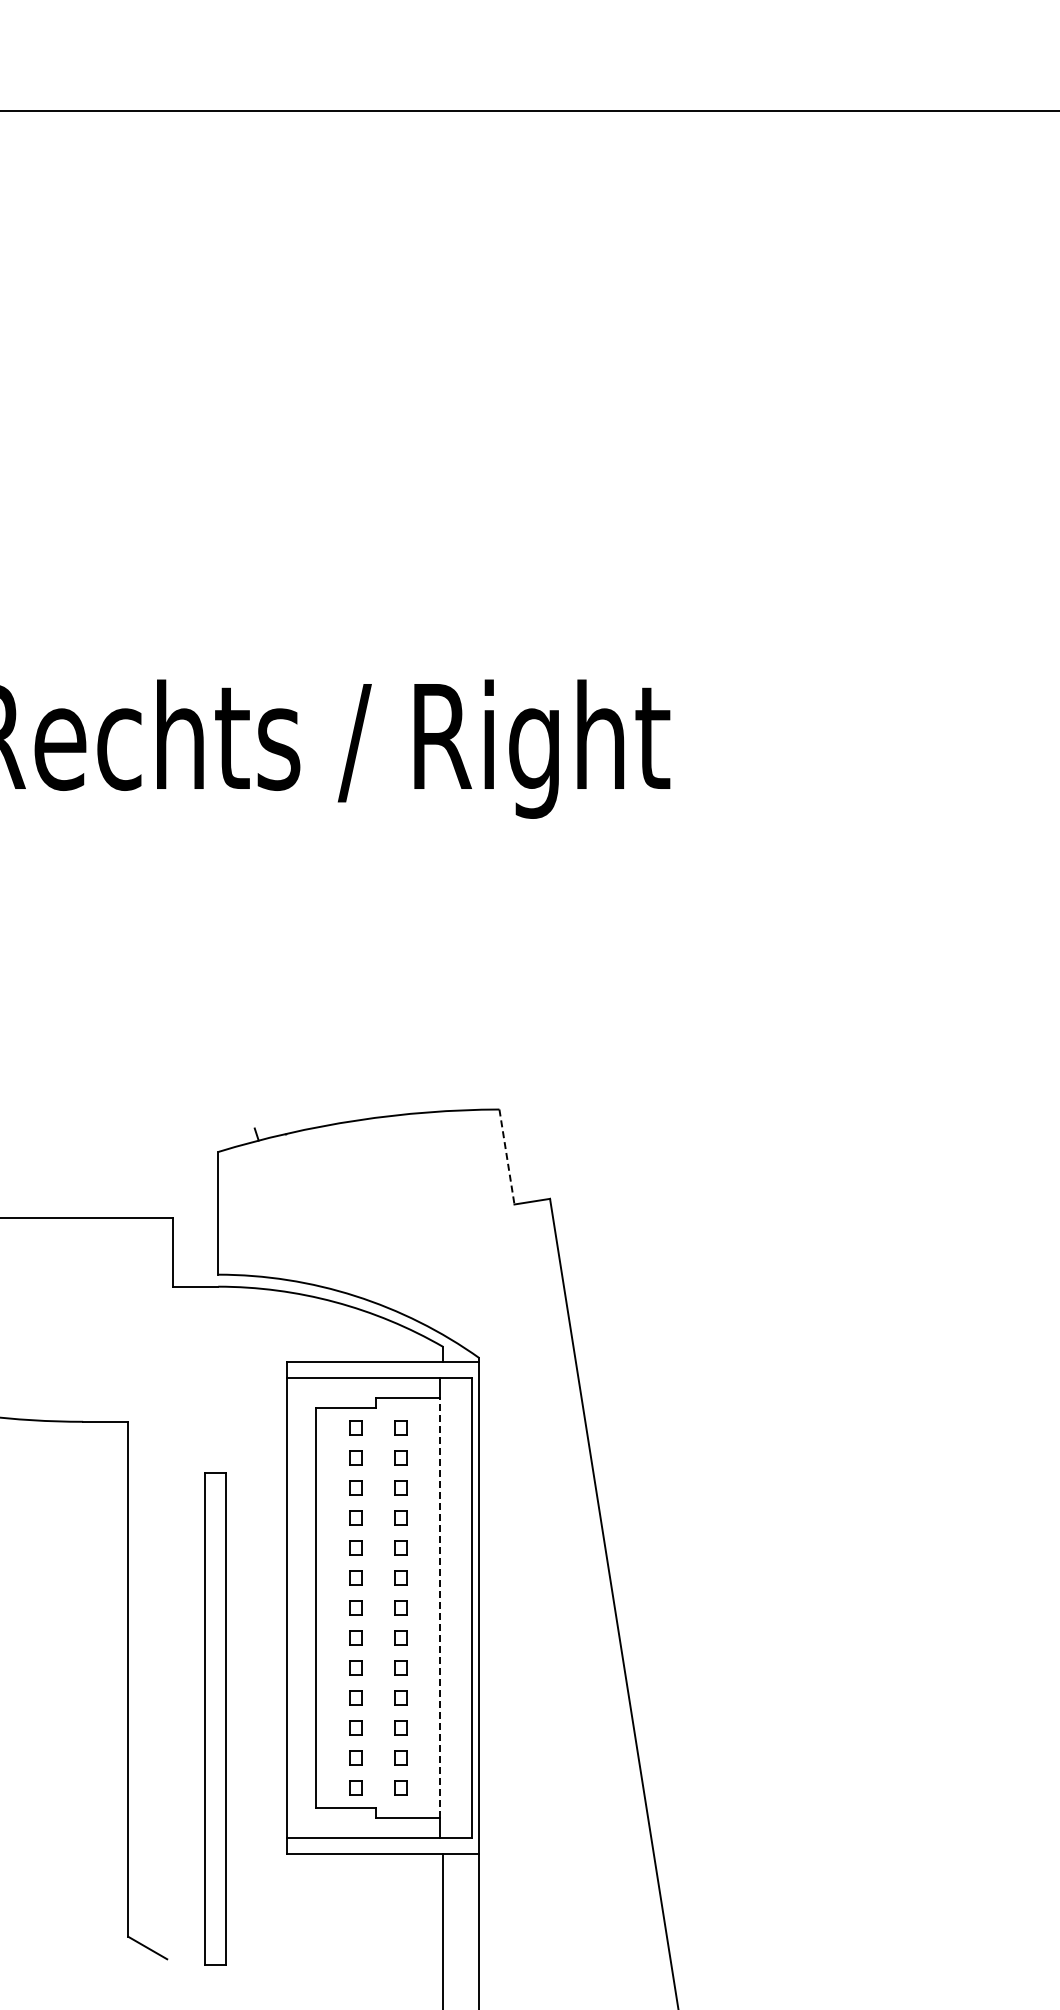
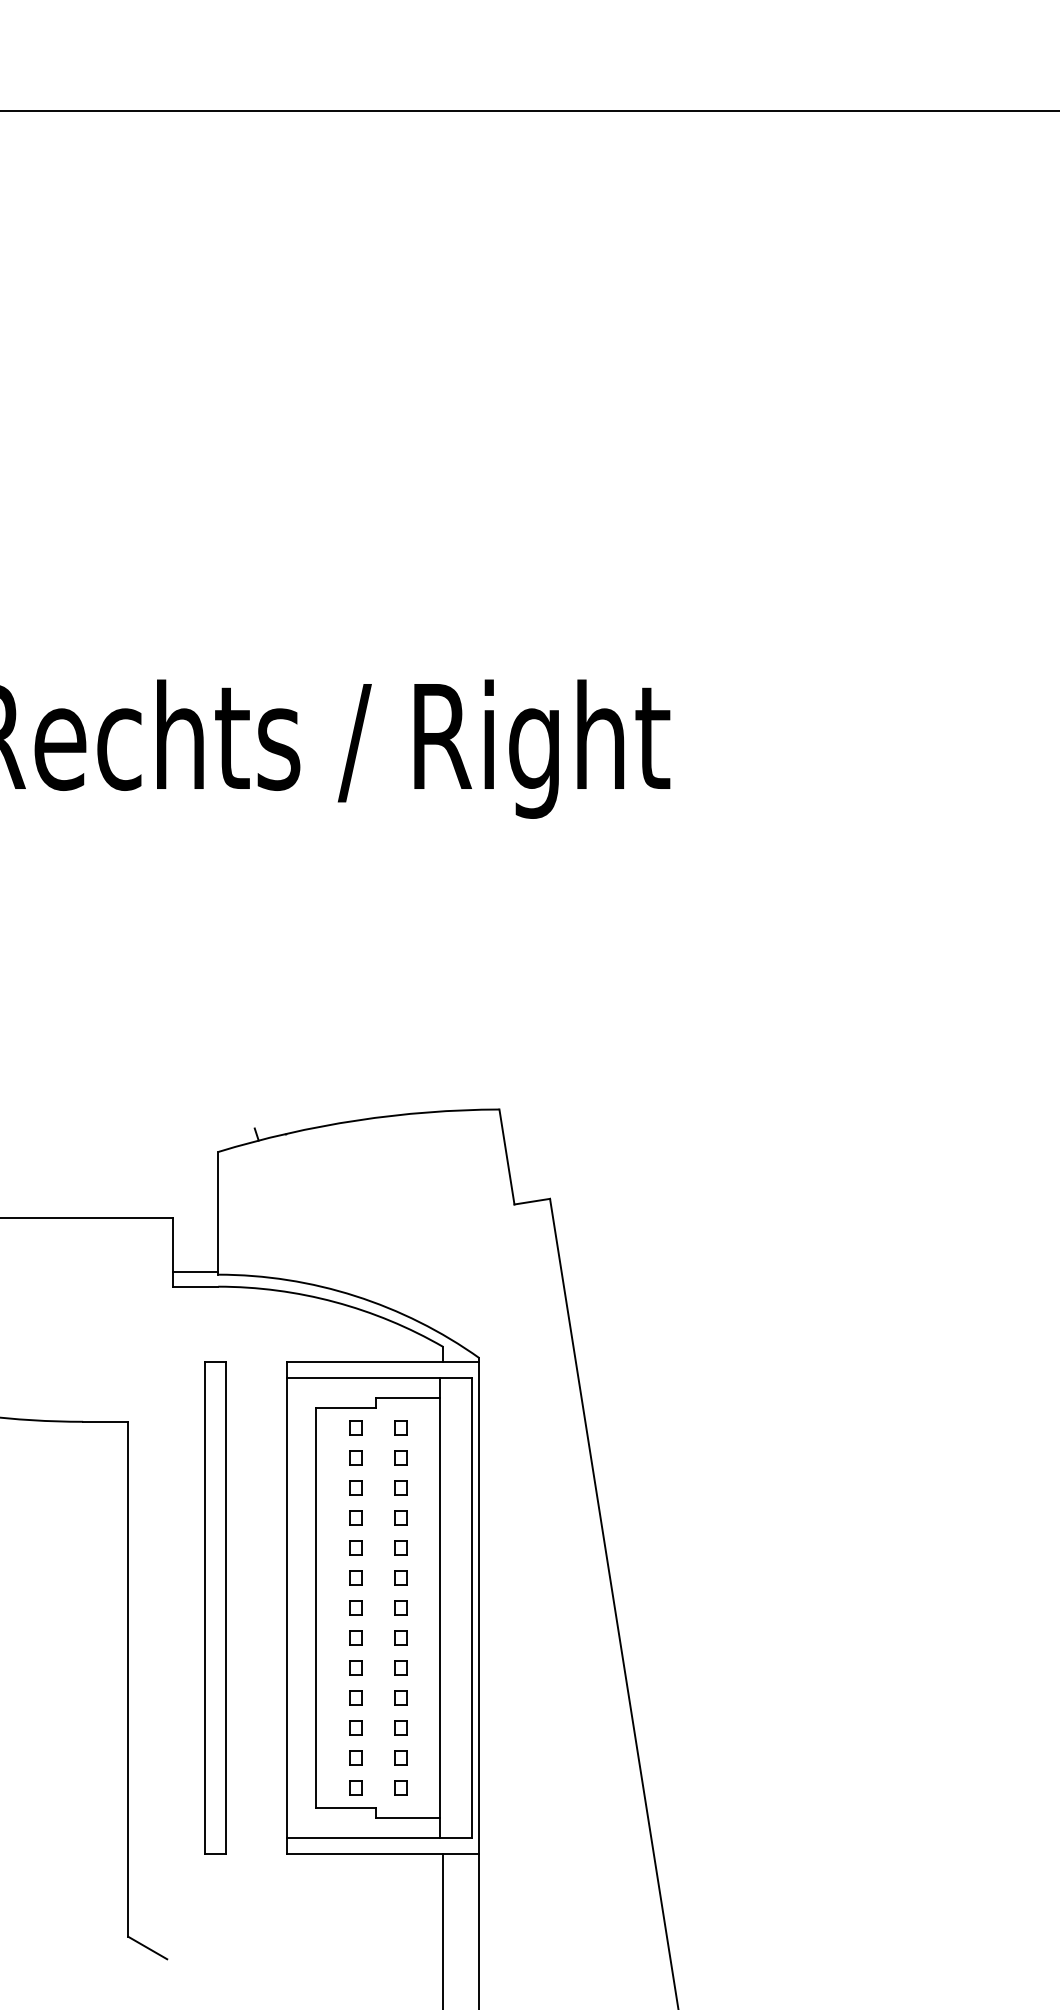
line at (507, 1157): dashed -> solid
line at (195, 1271): none -> present
line at (440, 1607): dashed -> solid
part at (215, 1718) position: (215, 1718) -> (215, 1607)
